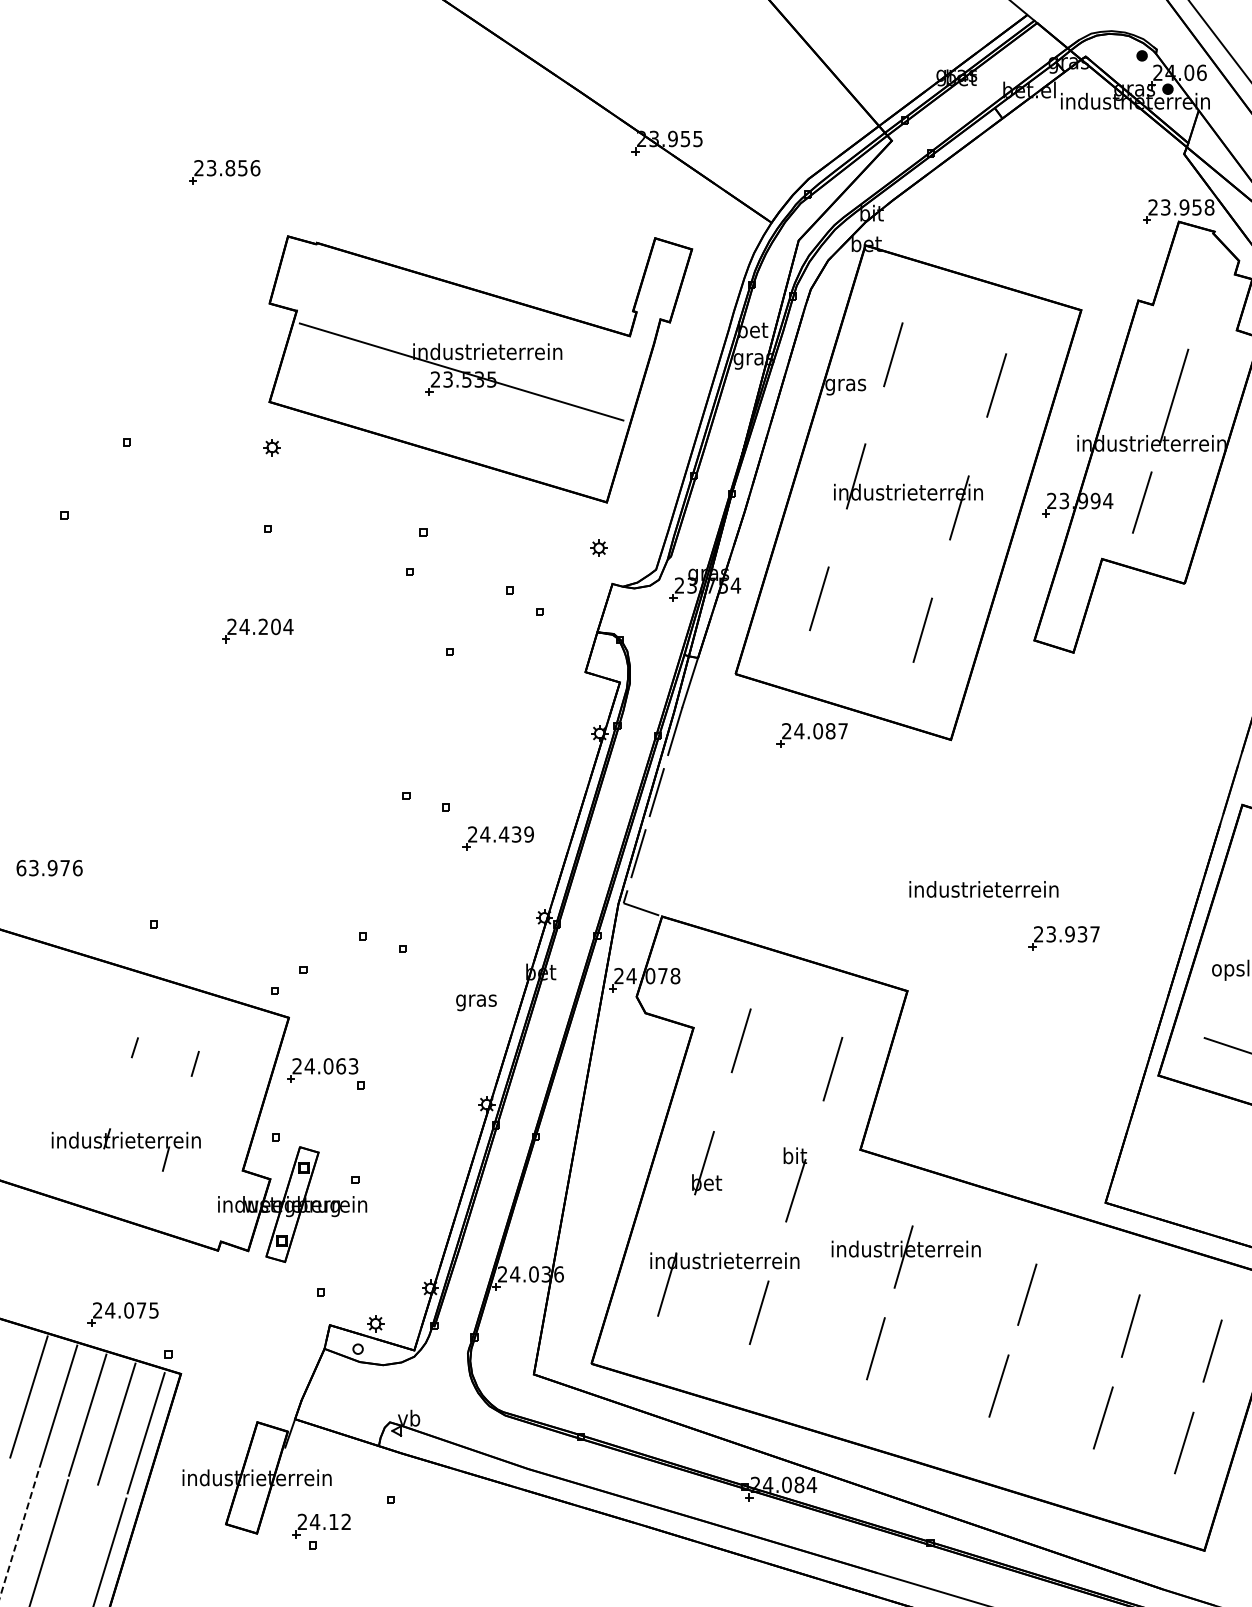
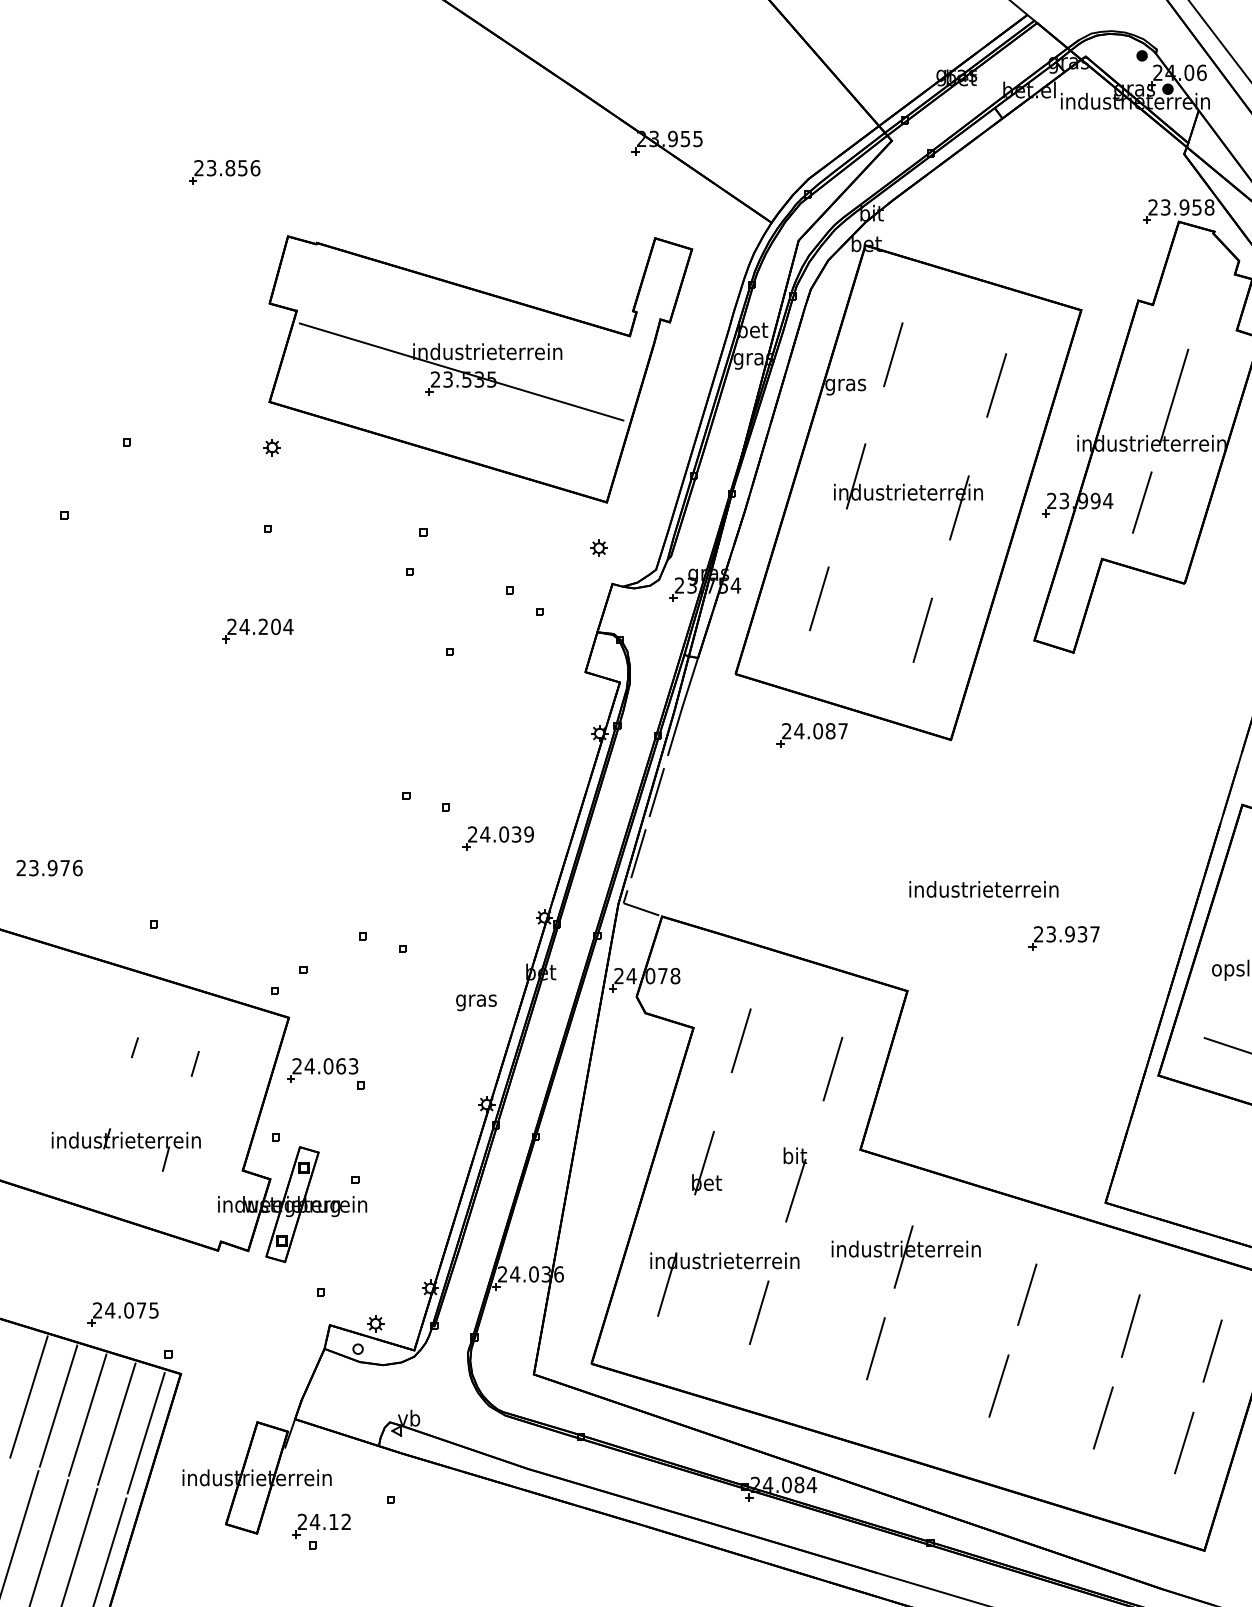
text at (503, 834): 24.439 -> 24.039
text at (21, 868): 63.976 -> 23.976
line at (19, 1533): dashed -> solid
line at (79, 1546): none -> present
